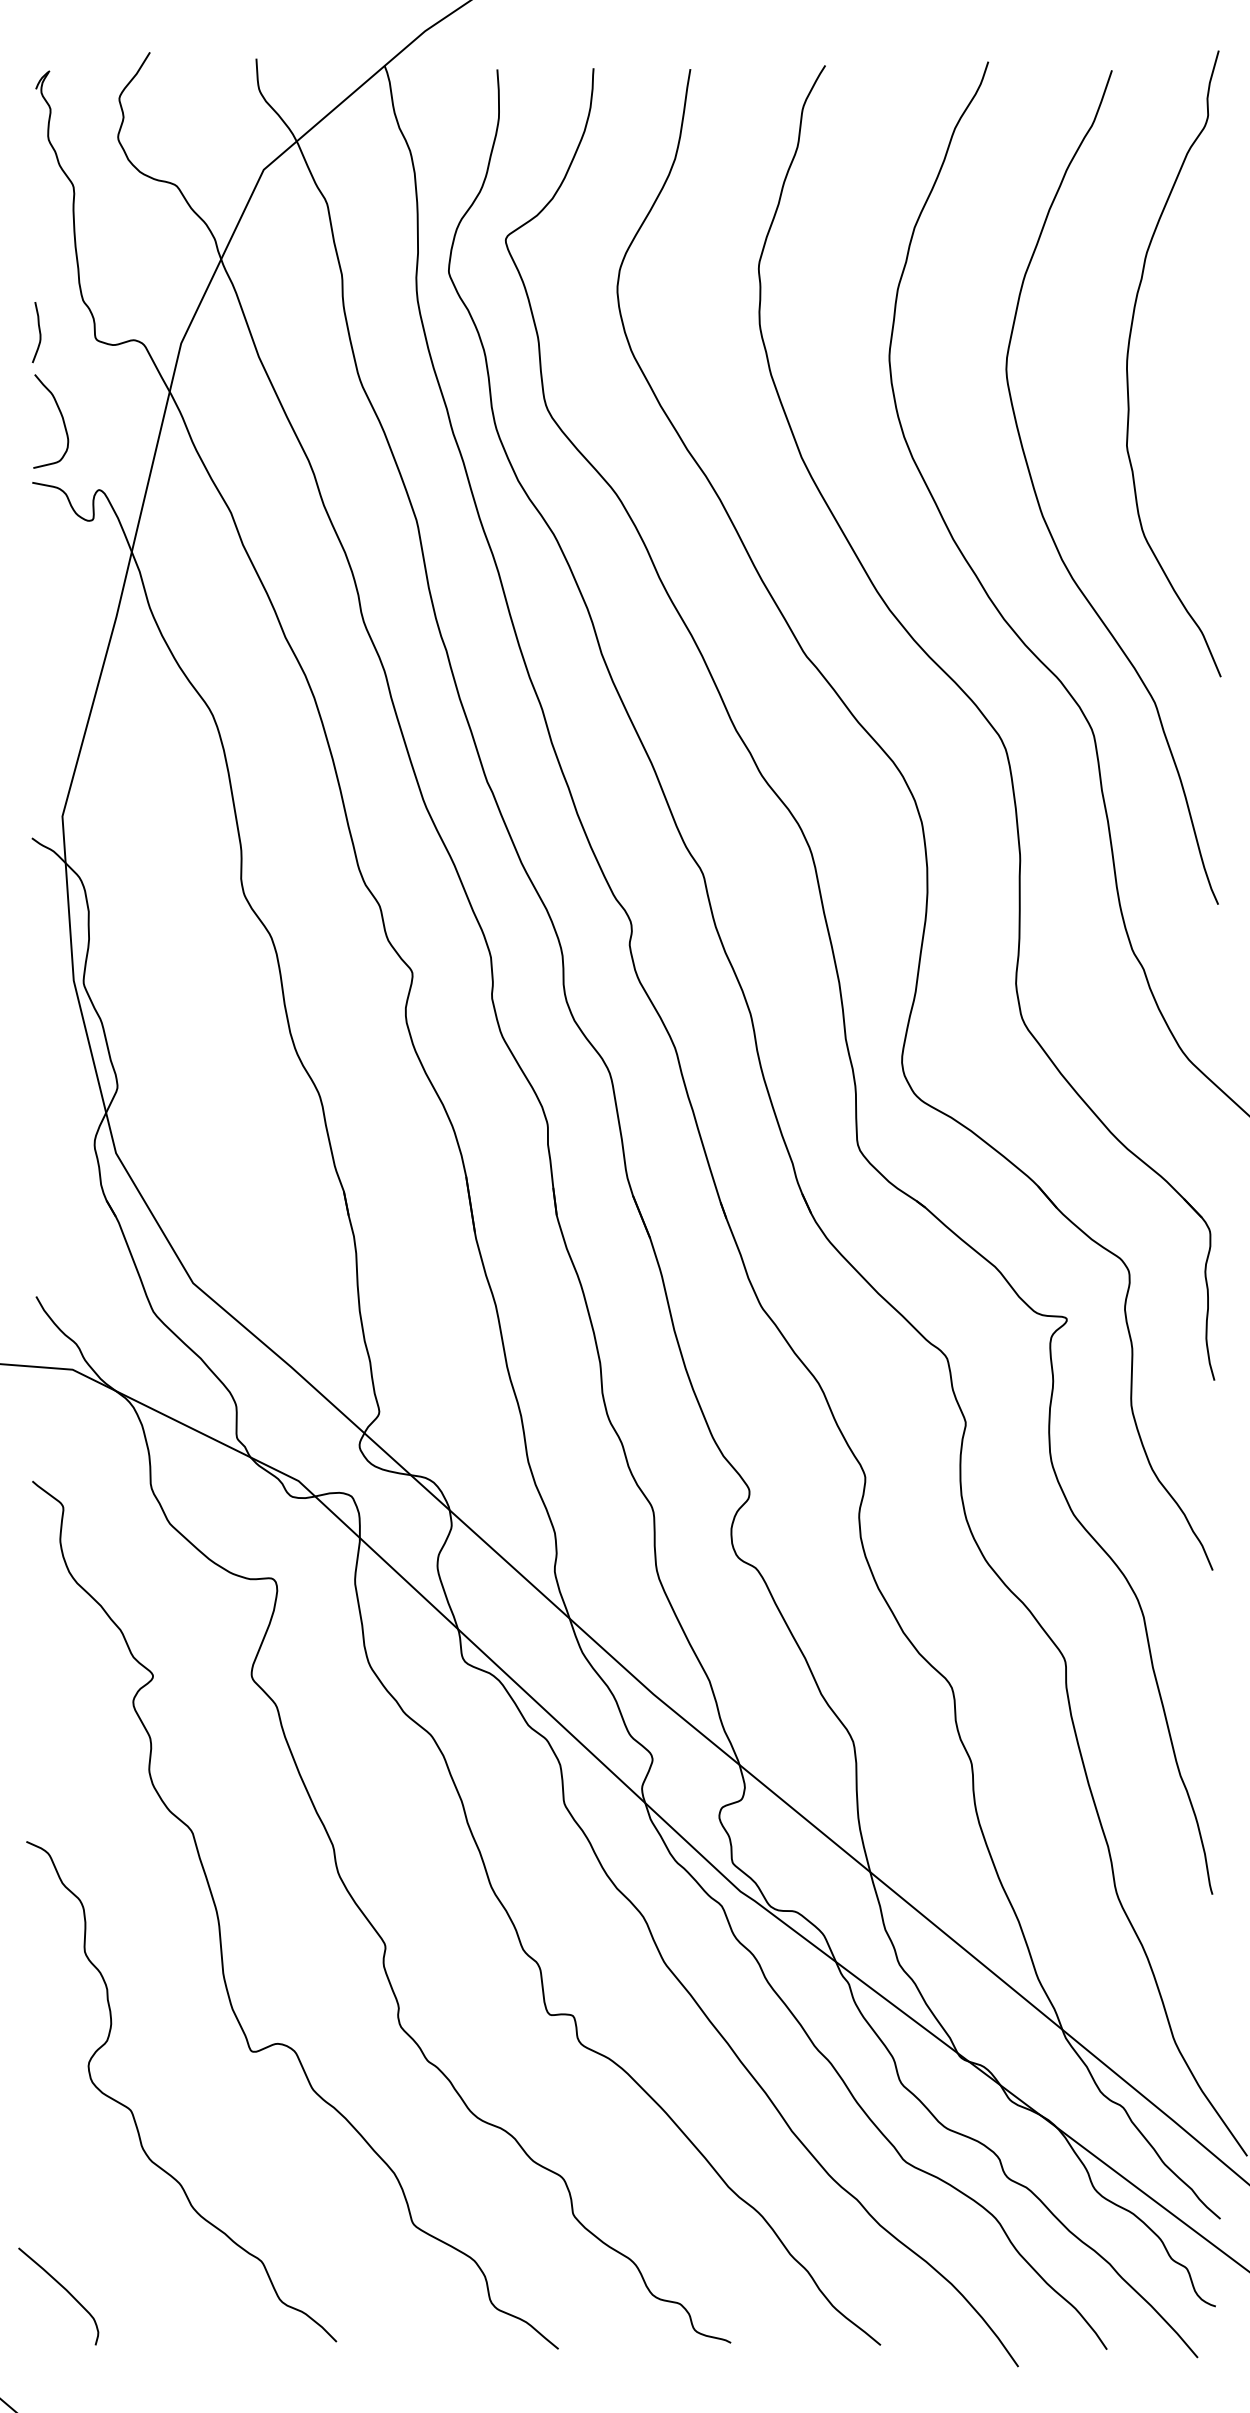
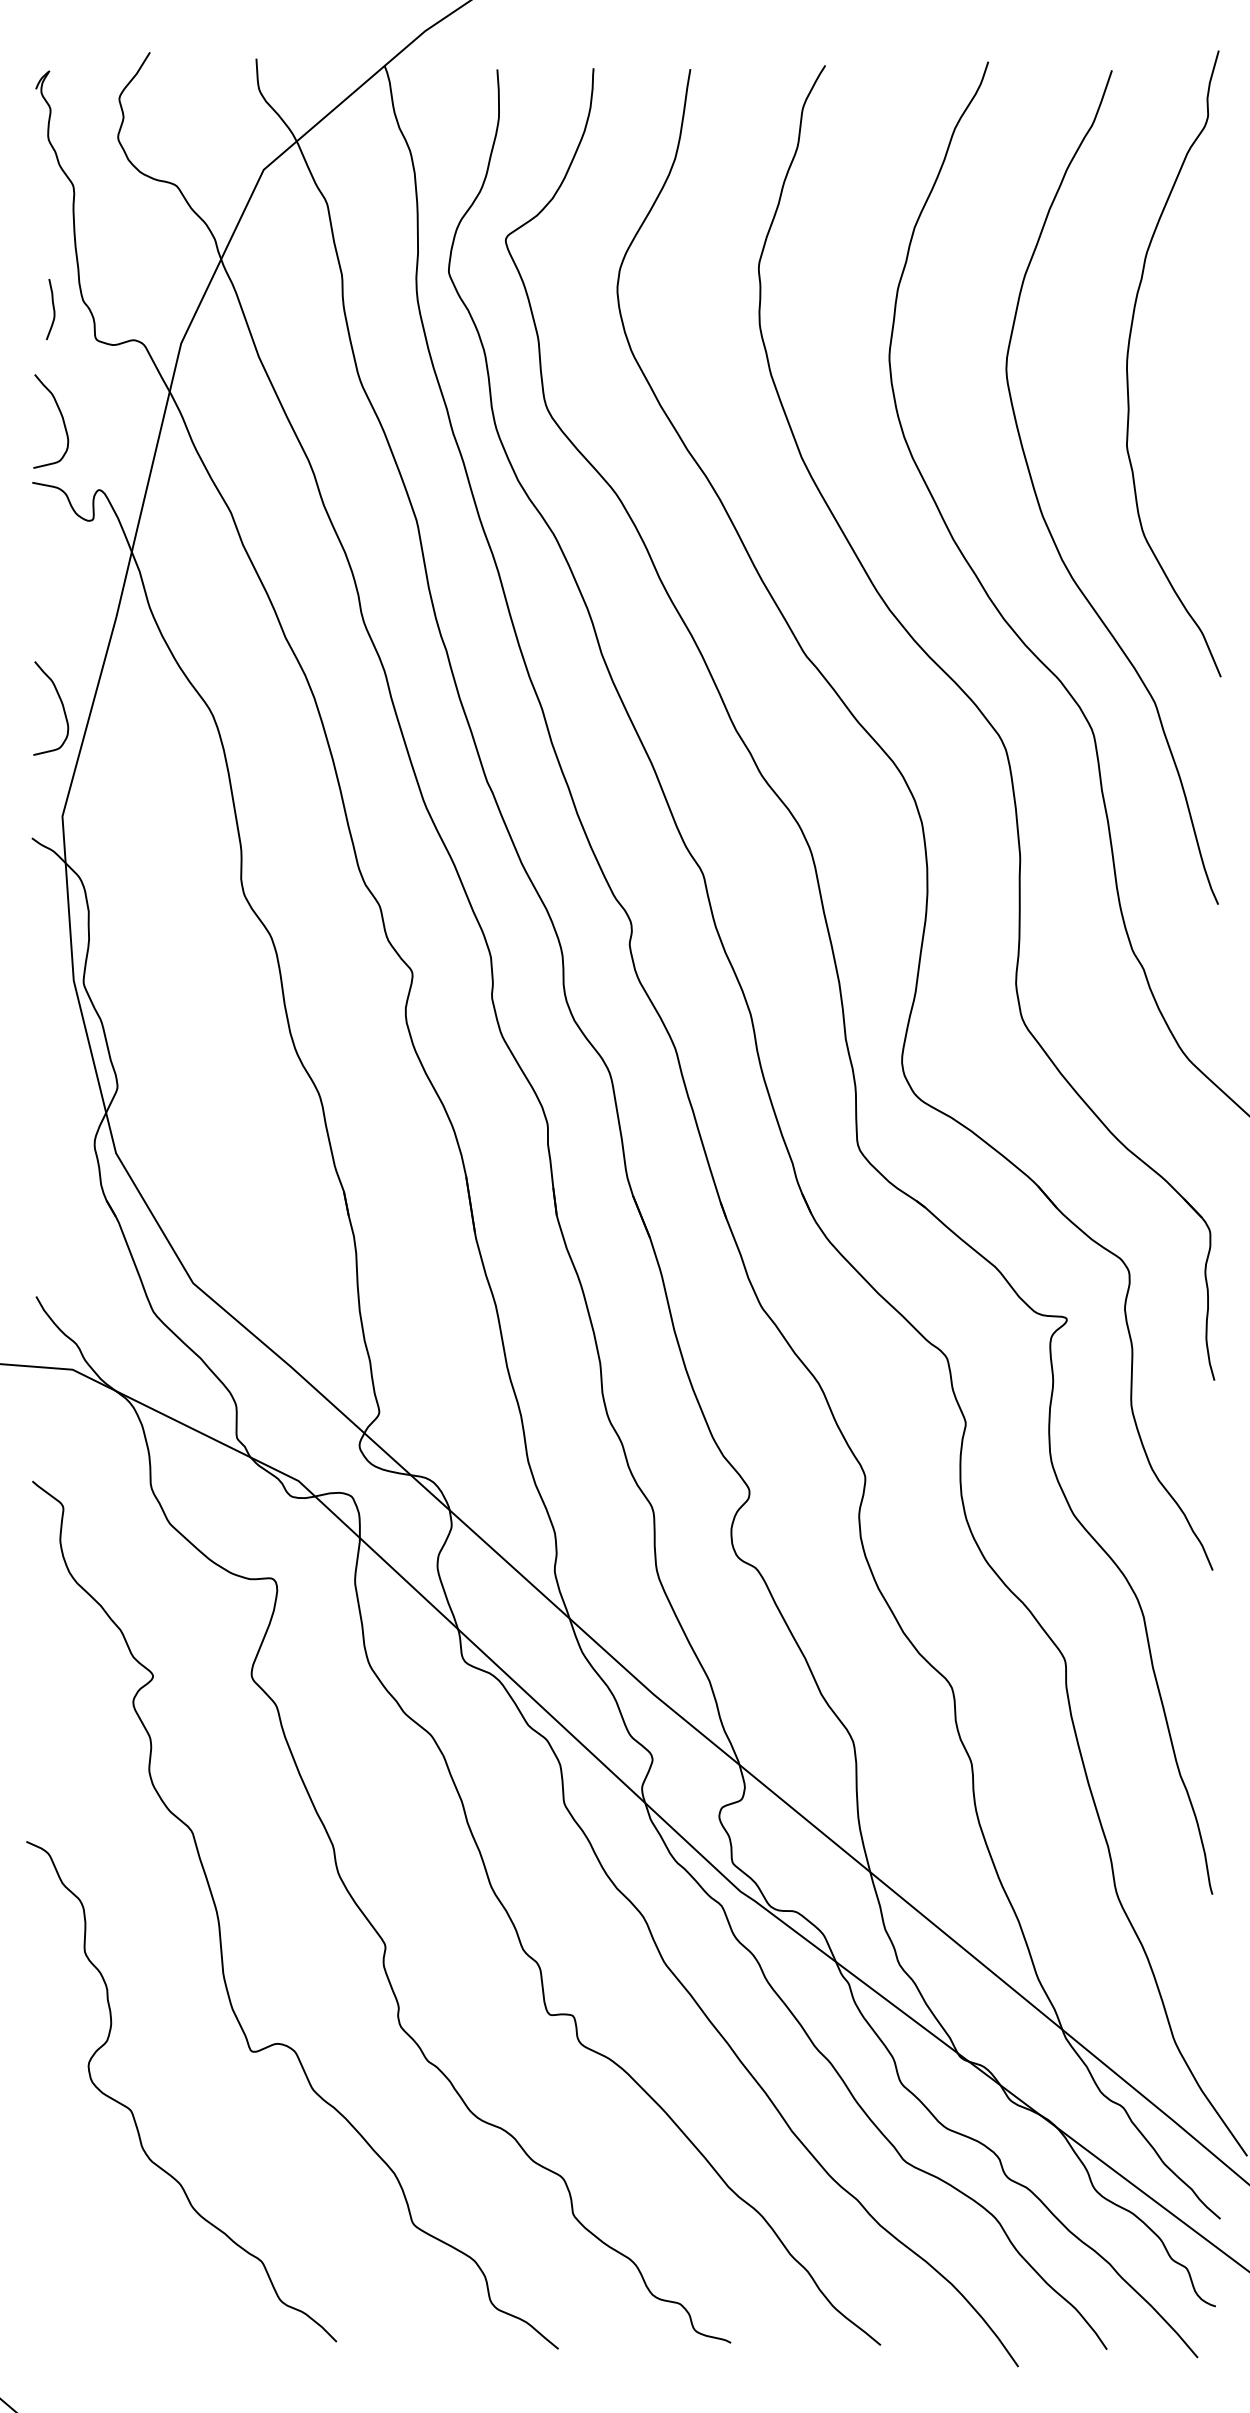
curve at (38, 330) position: (38, 330) -> (52, 307)
curve at (61, 704): none -> present
curve at (64, 2289): present -> none
